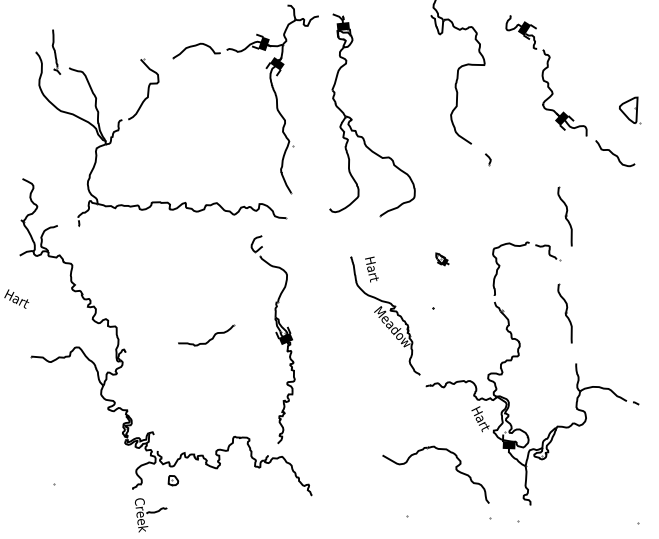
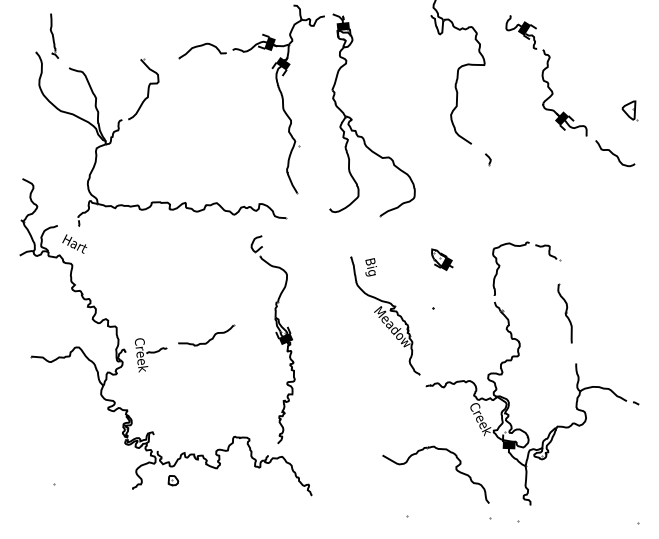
part at (56, 51) position: (56, 51) -> (54, 35)
part at (272, 90) position: (272, 90) -> (278, 90)
part at (630, 110) size: 23x29 px -> 18x22 px
part at (564, 216): present -> none
part at (442, 259) size: 15x15 px -> 23x23 px
text at (371, 269): Hart -> Big
text at (16, 298) position: (16, 298) -> (74, 243)
text at (480, 419): Hart -> Creek
part at (151, 515) position: (151, 515) -> (151, 355)
